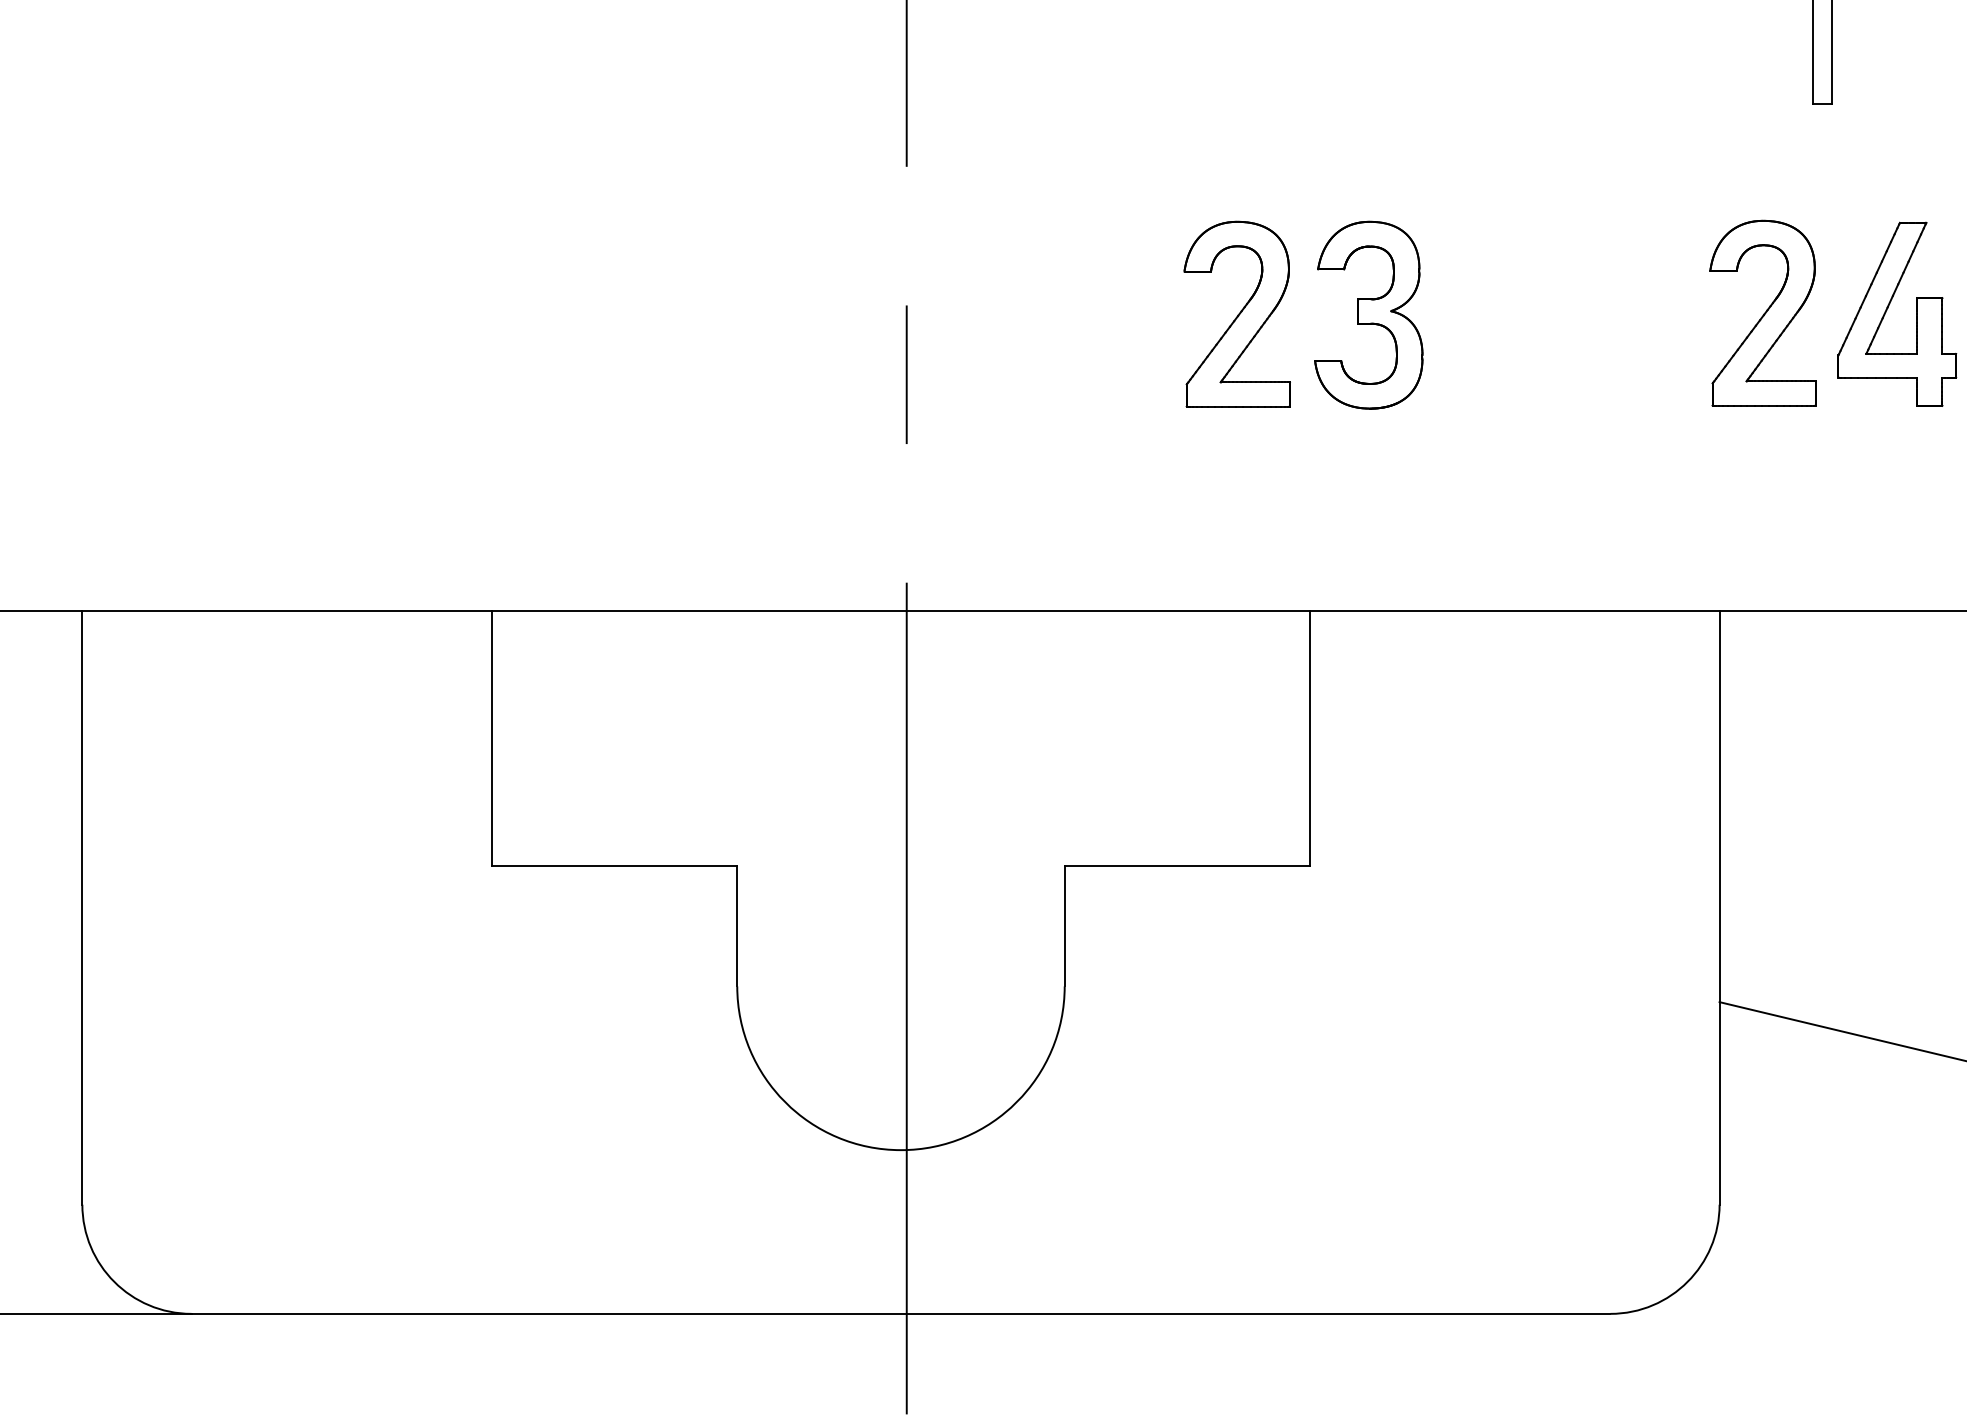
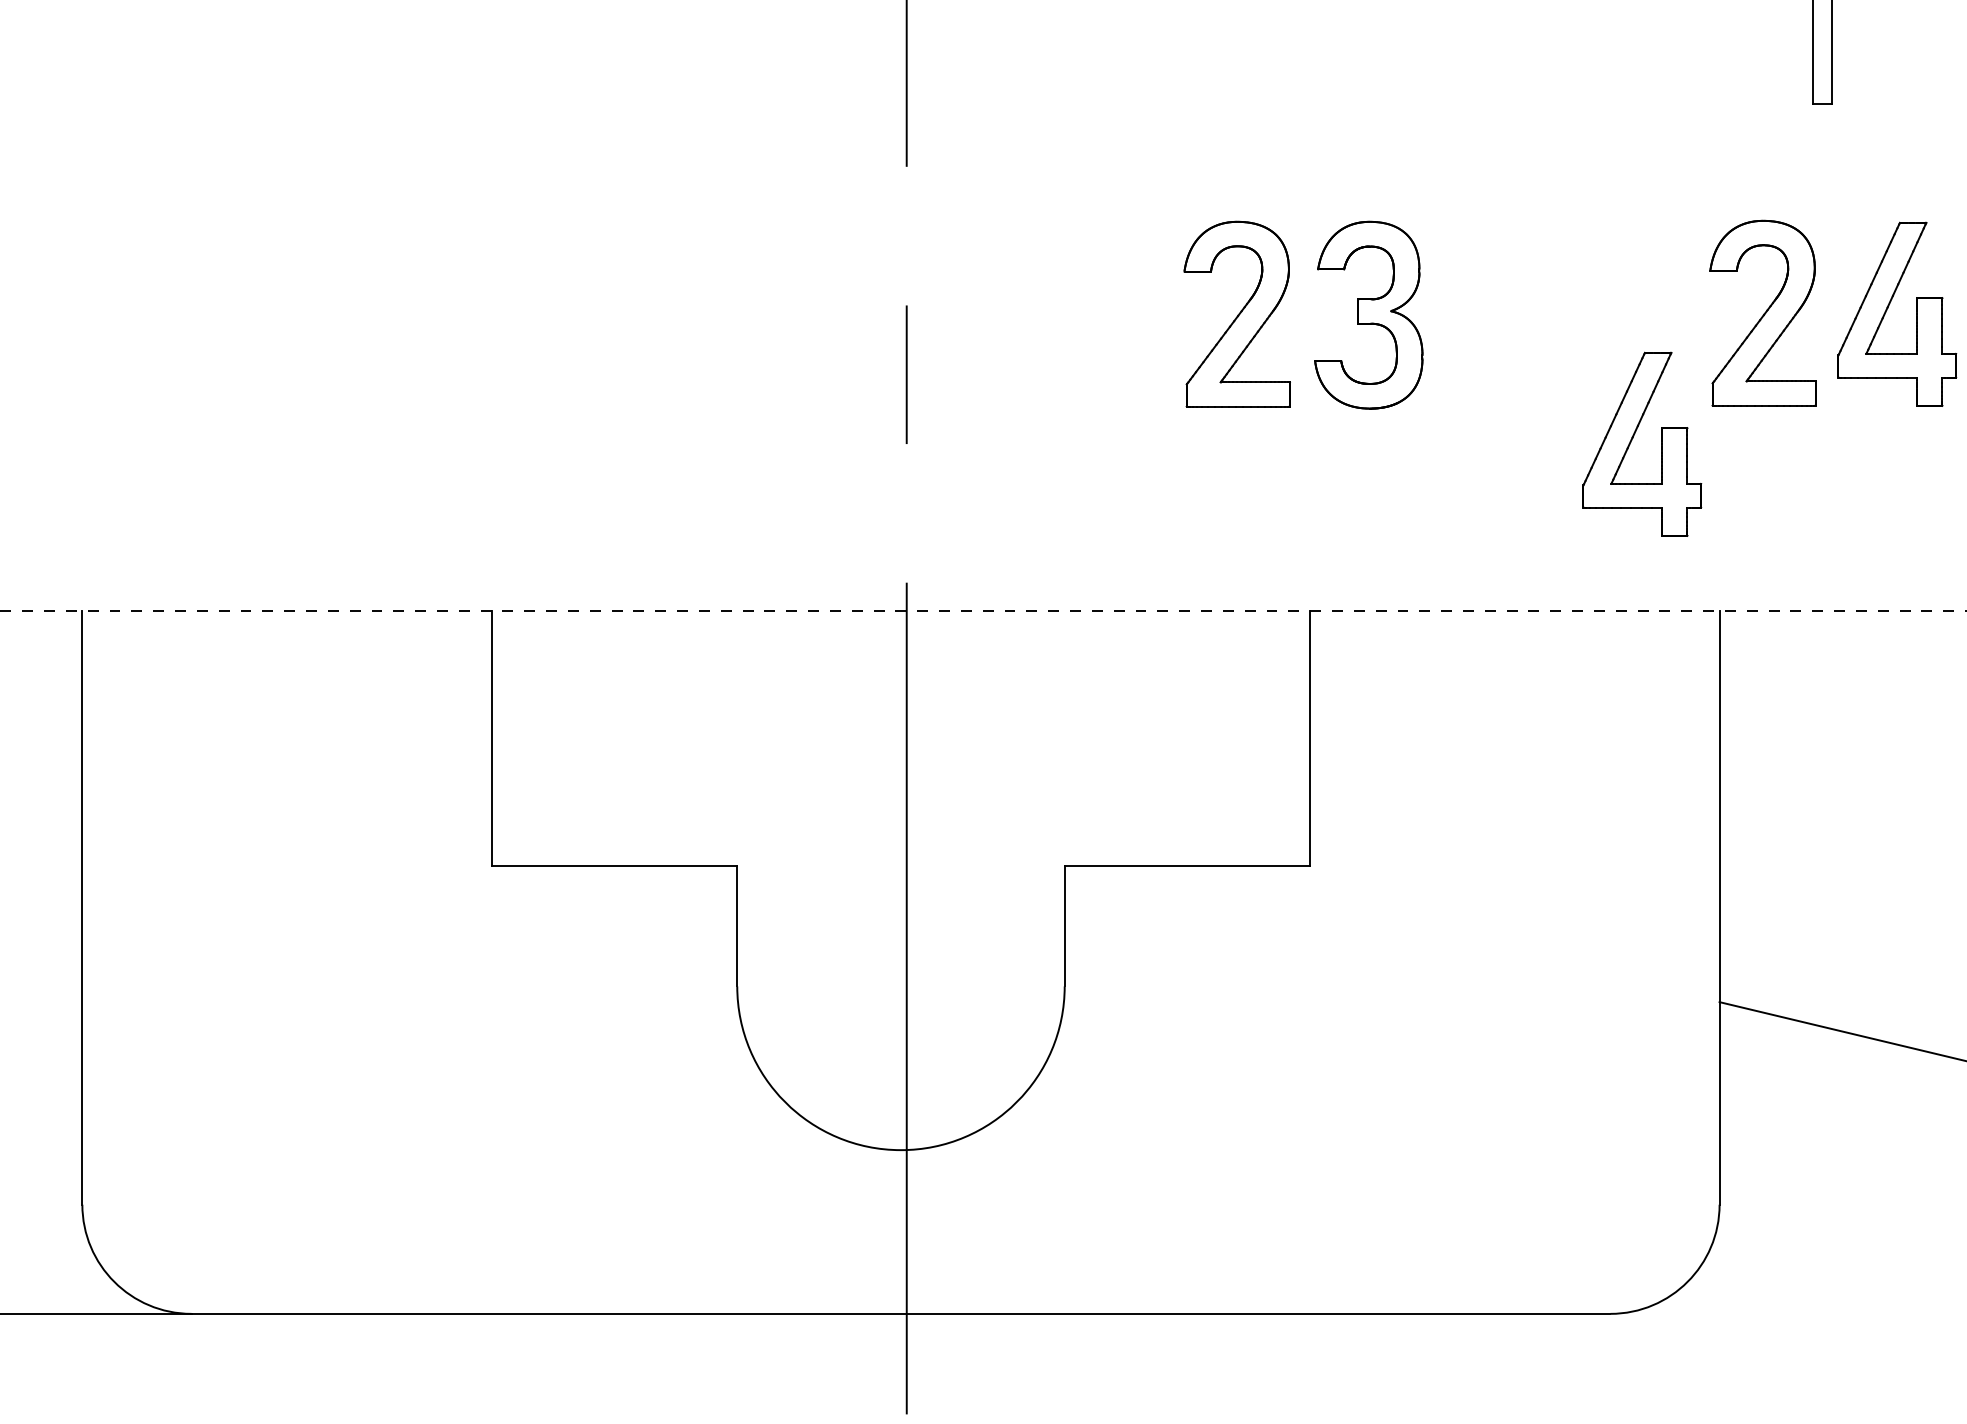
part at (1633, 438): none -> present
line at (983, 611): solid -> dashed
